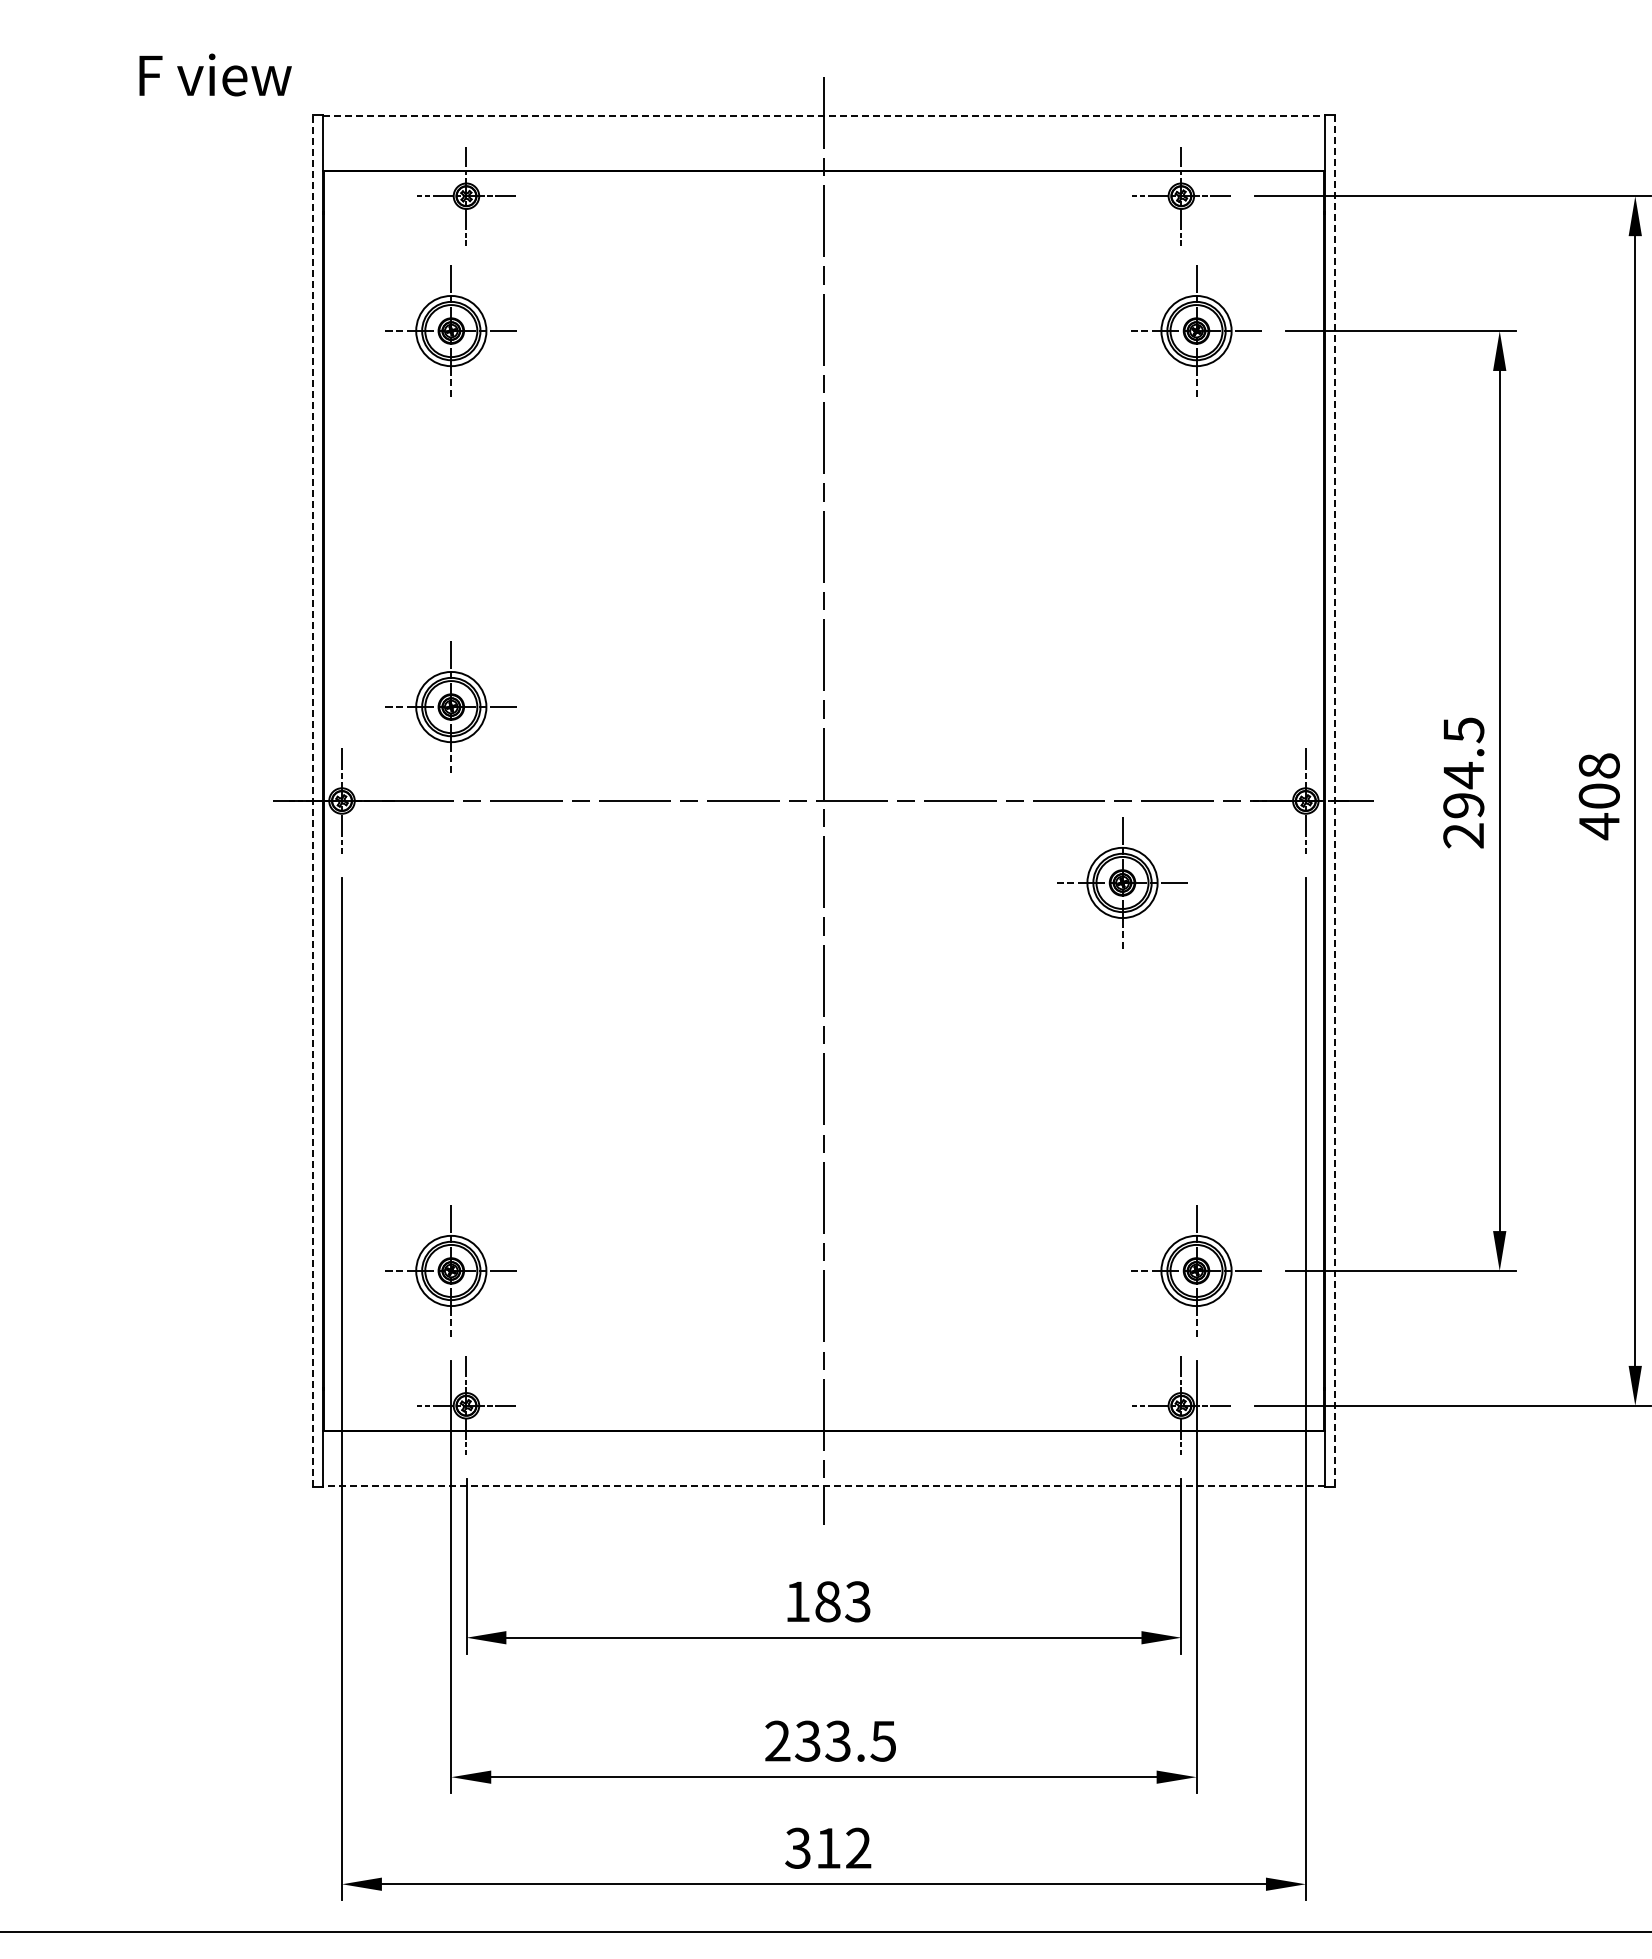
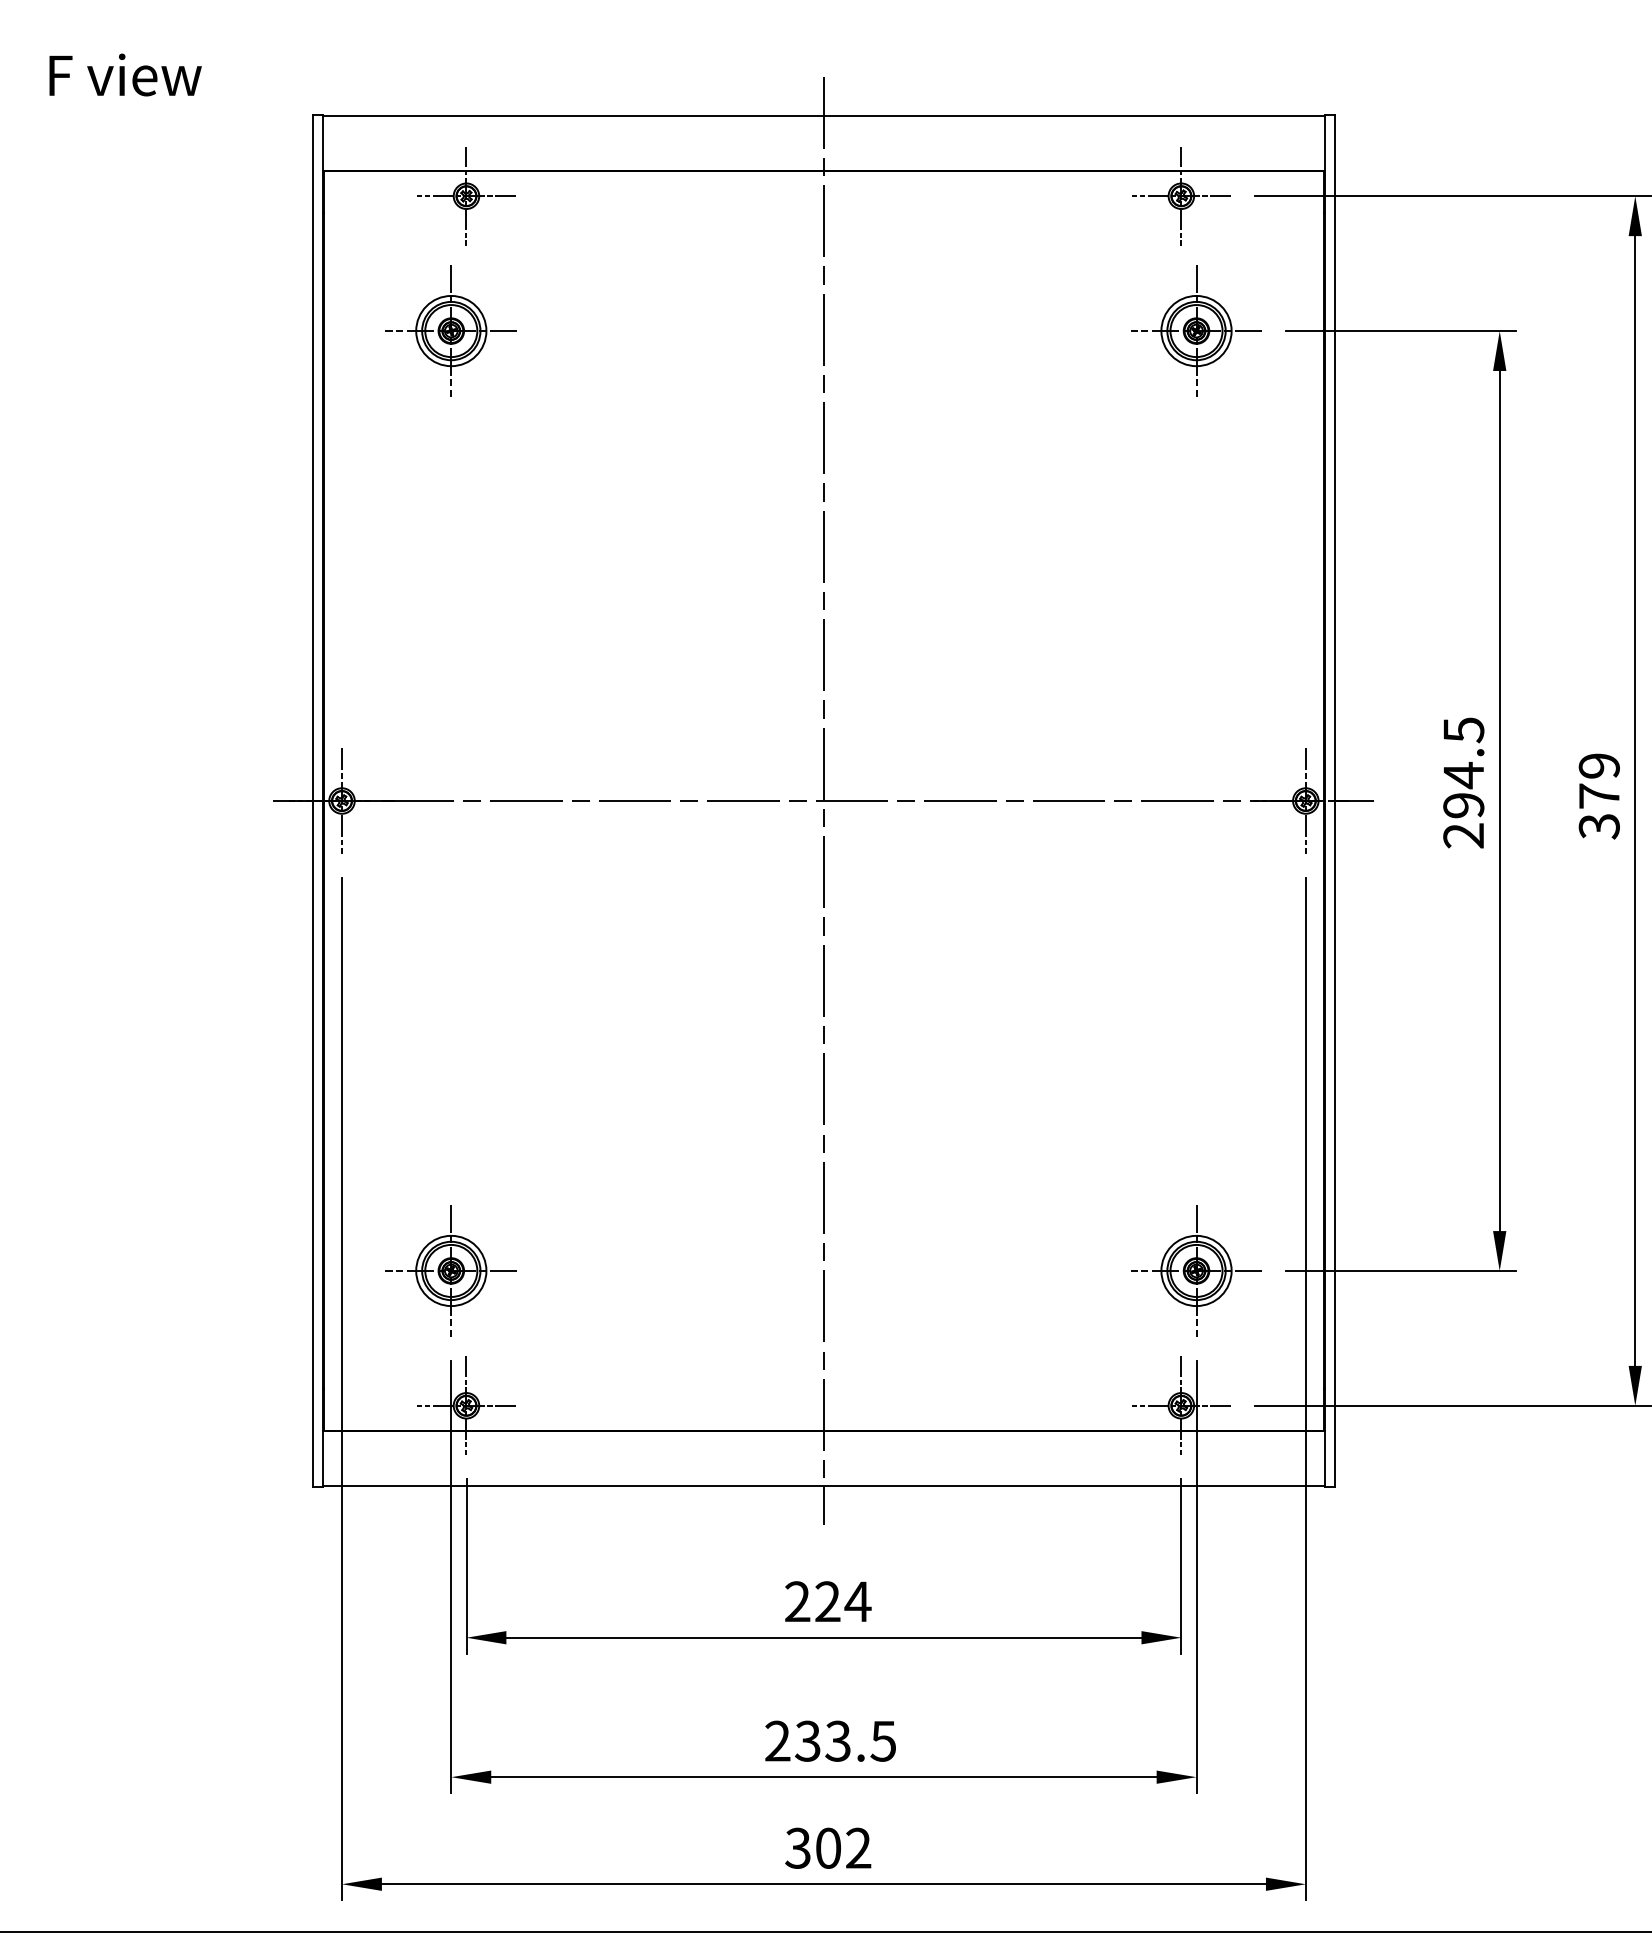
text at (215, 74) position: (215, 74) -> (125, 74)
line at (824, 116): dashed -> solid
part at (450, 706): present -> none
text at (1598, 796): 408 -> 379
line at (313, 800): dashed -> solid
line at (1334, 801): dashed -> solid
part at (1122, 882): present -> none
line at (823, 1485): dashed -> solid
text at (828, 1601): 183 -> 224
text at (828, 1847): 312 -> 302
